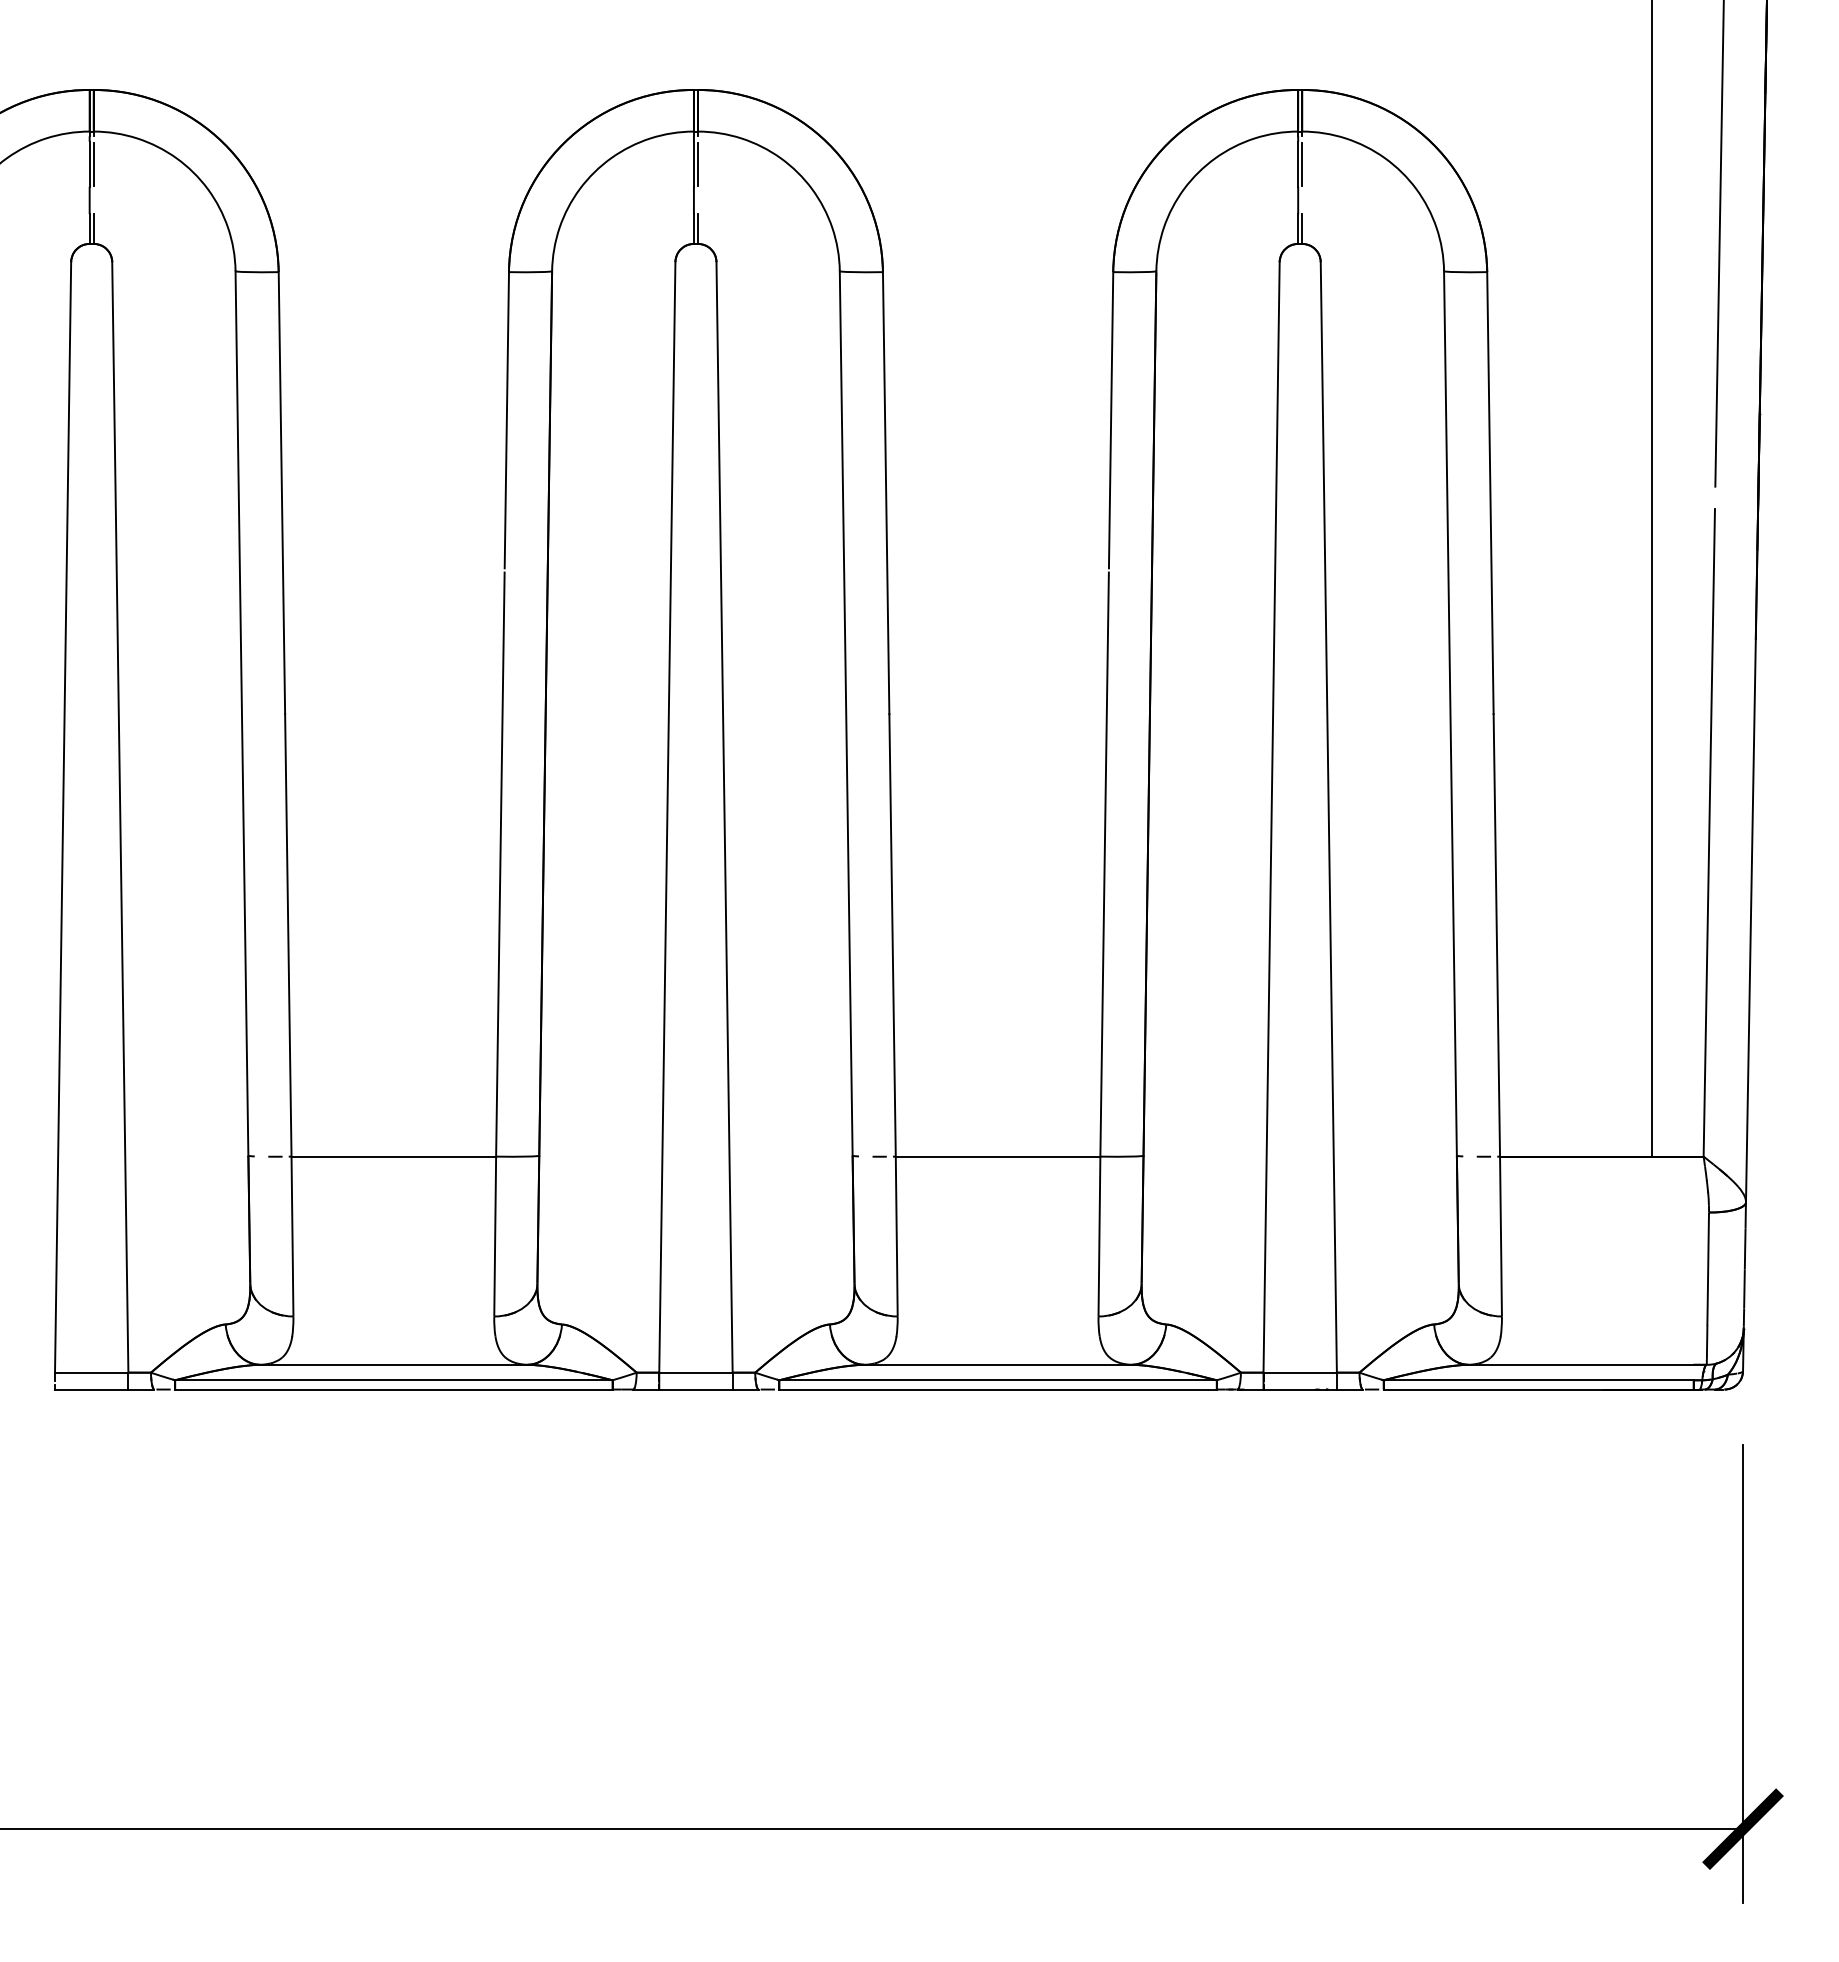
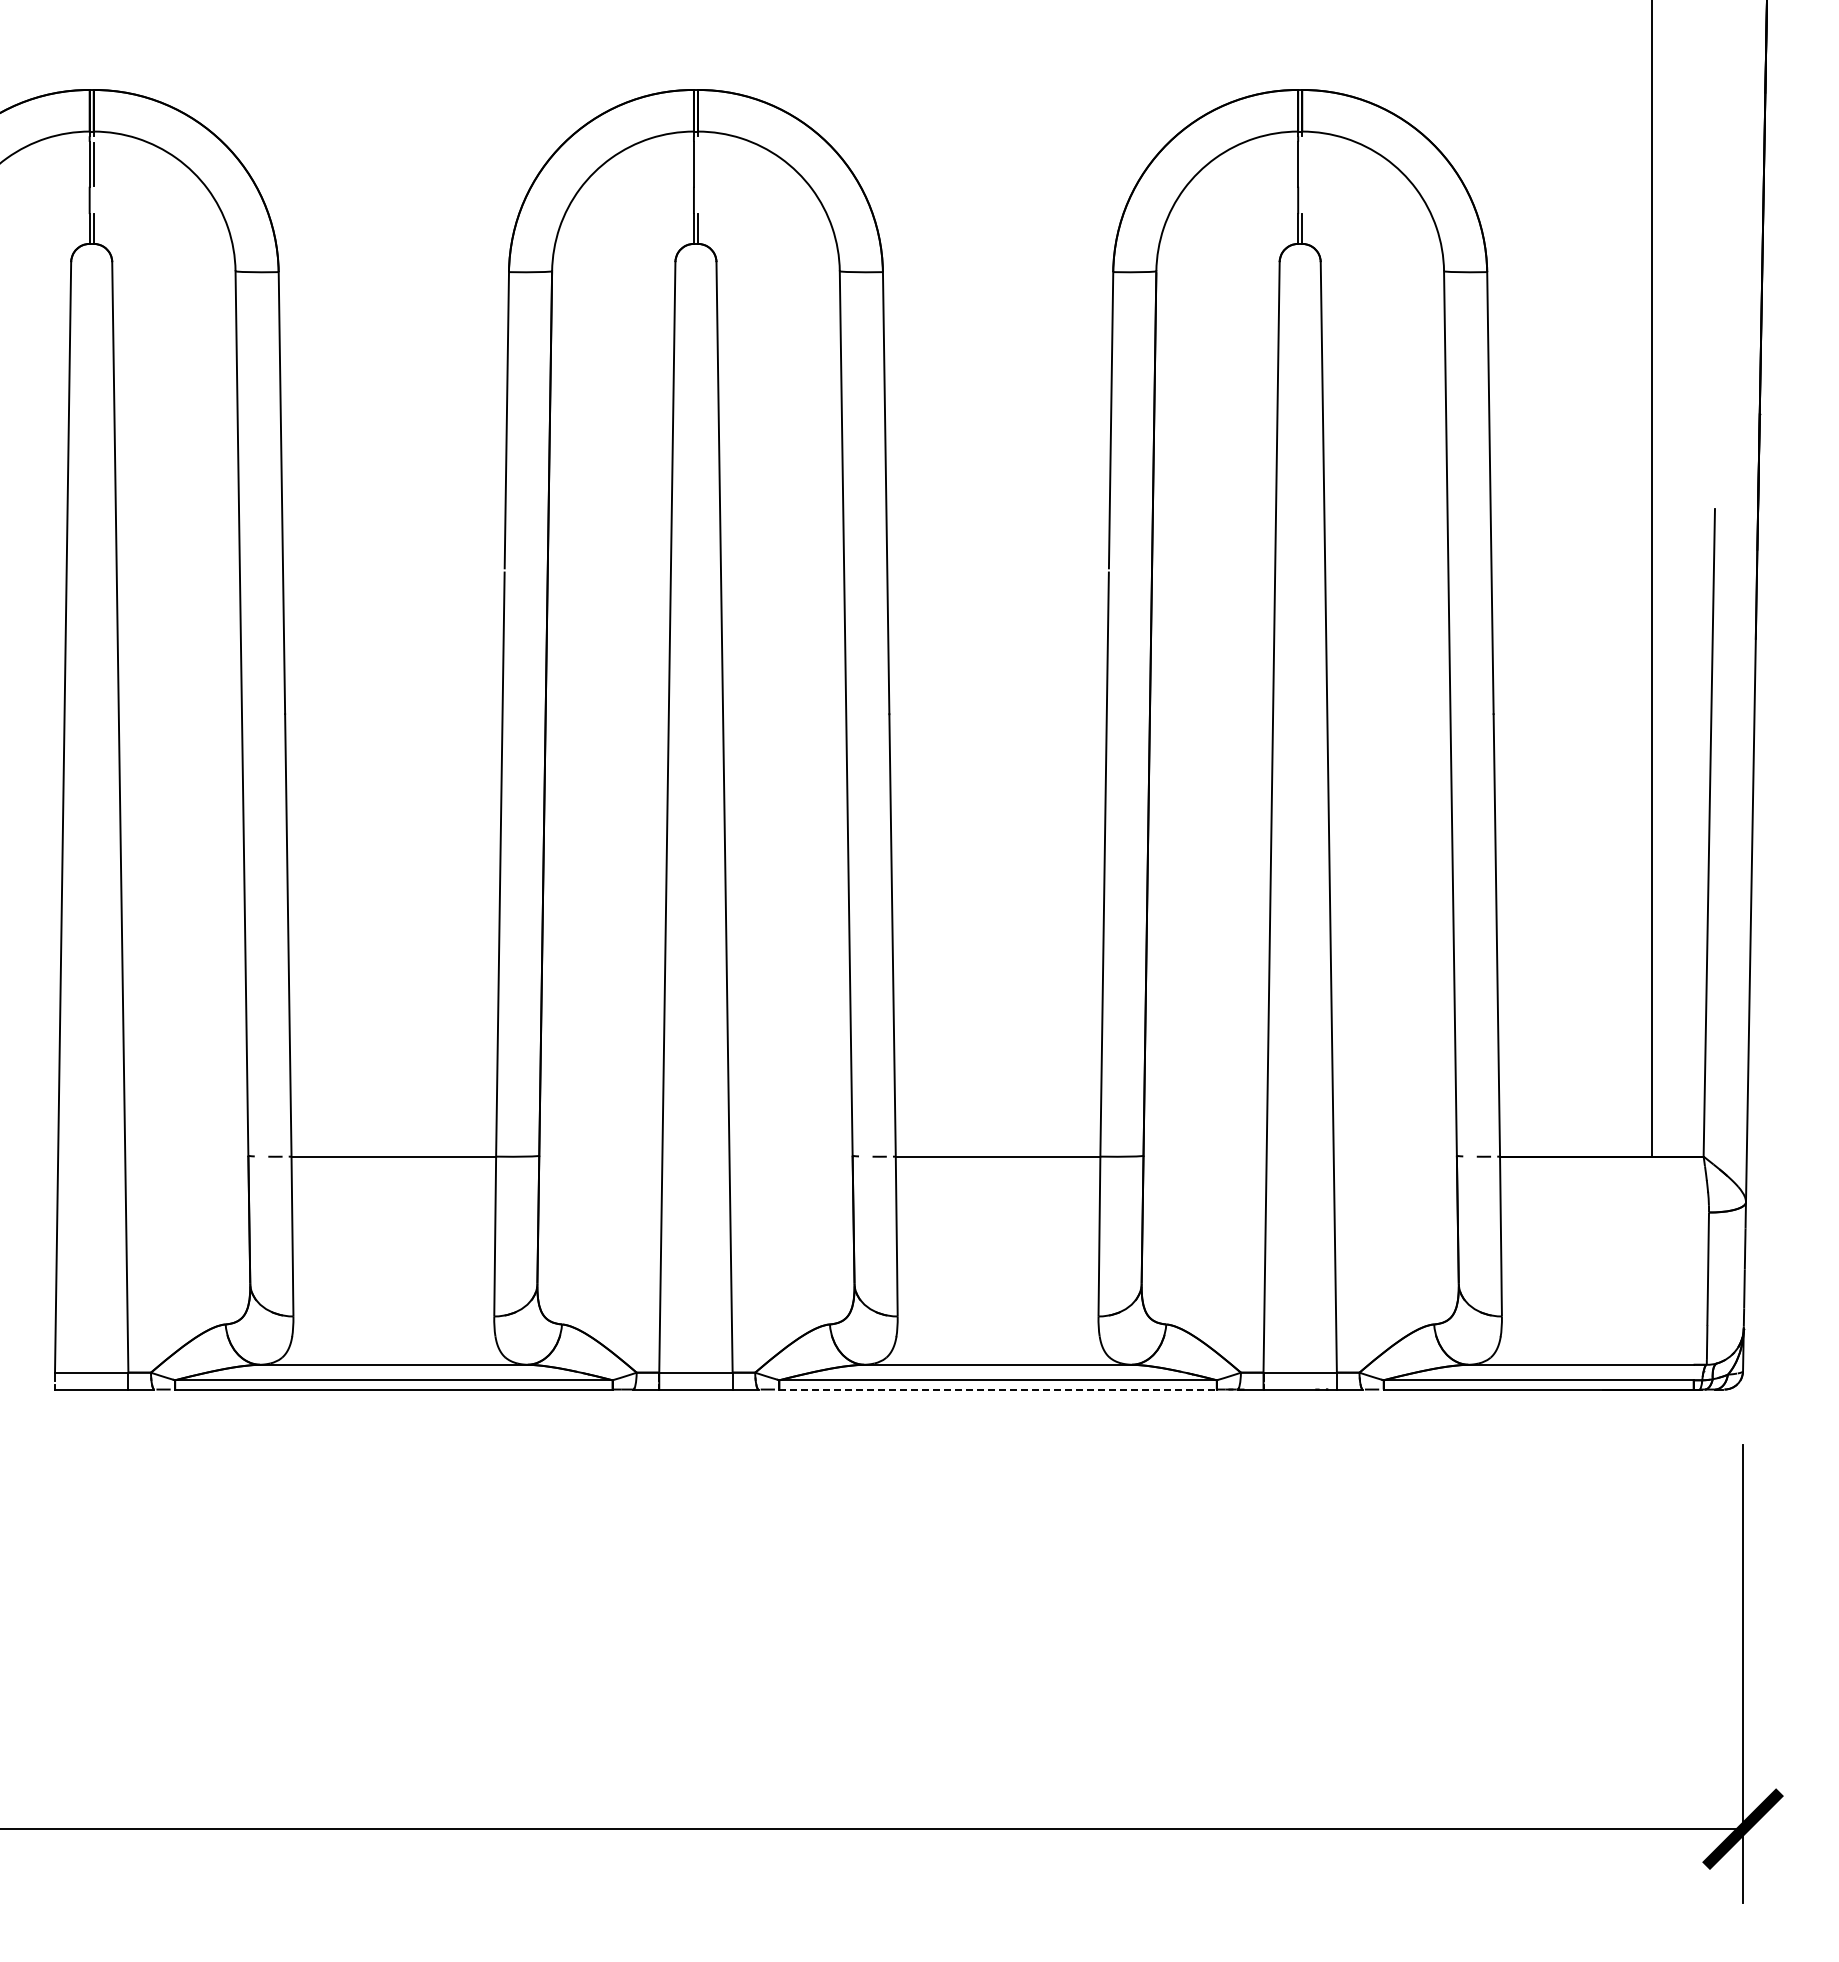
line at (697, 164): present -> none
line at (1302, 164): present -> none
line at (1719, 244): present -> none
line at (998, 1389): solid -> dashed
